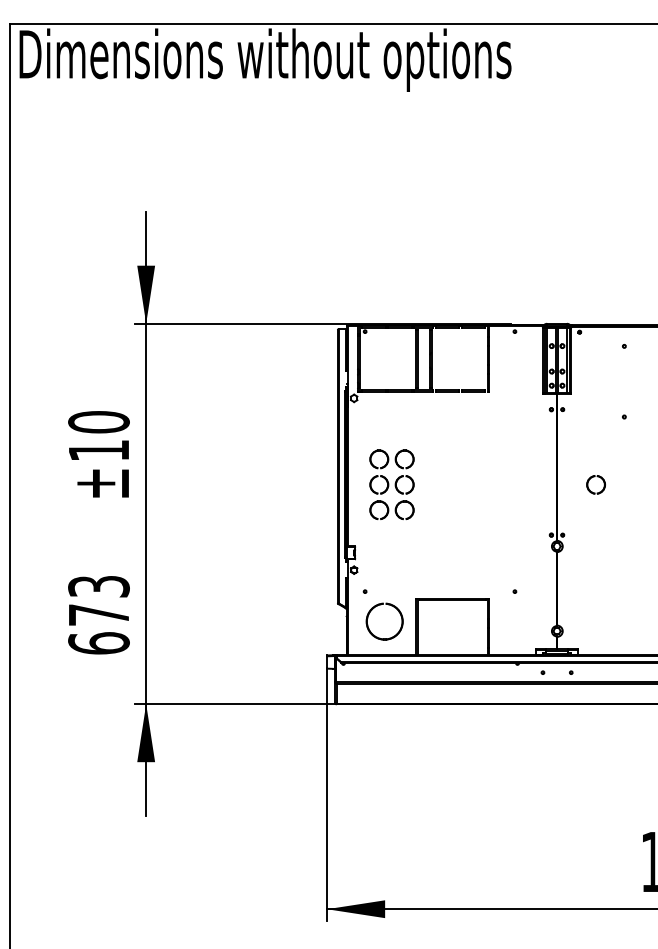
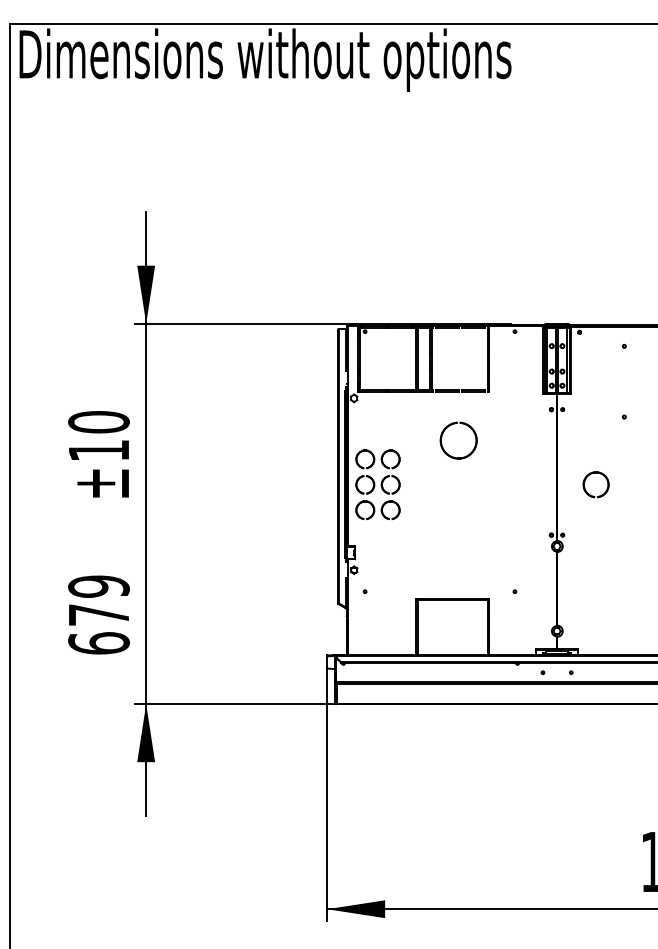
part at (391, 484) position: (391, 484) -> (377, 484)
part at (595, 484) size: 20x20 px -> 28x28 px
text at (98, 586): 673 -> 679
part at (381, 605) position: (381, 605) -> (455, 424)
